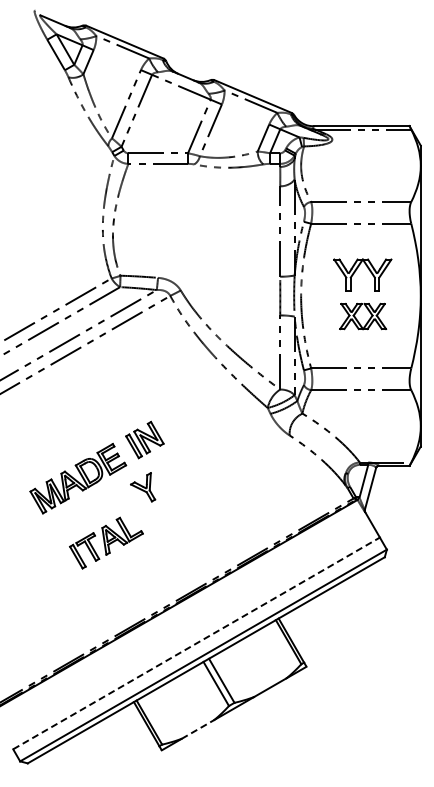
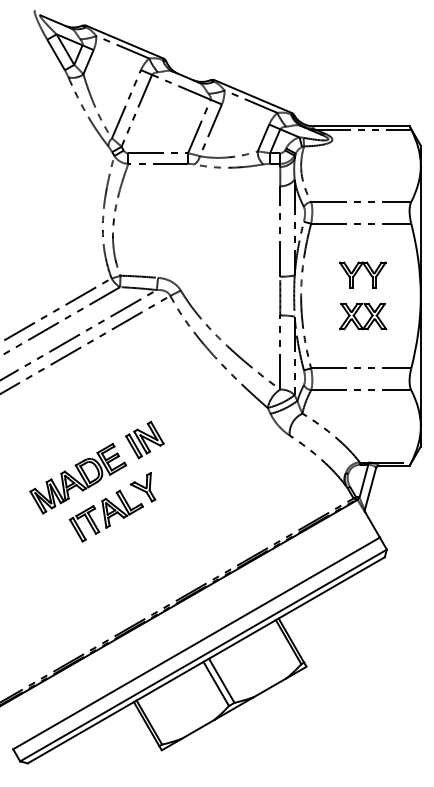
part at (362, 274) size: 60x34 px -> 48x28 px
part at (106, 542) position: (106, 542) -> (106, 515)
line at (196, 643): dashed -> solid
line at (197, 729): dashed -> solid
